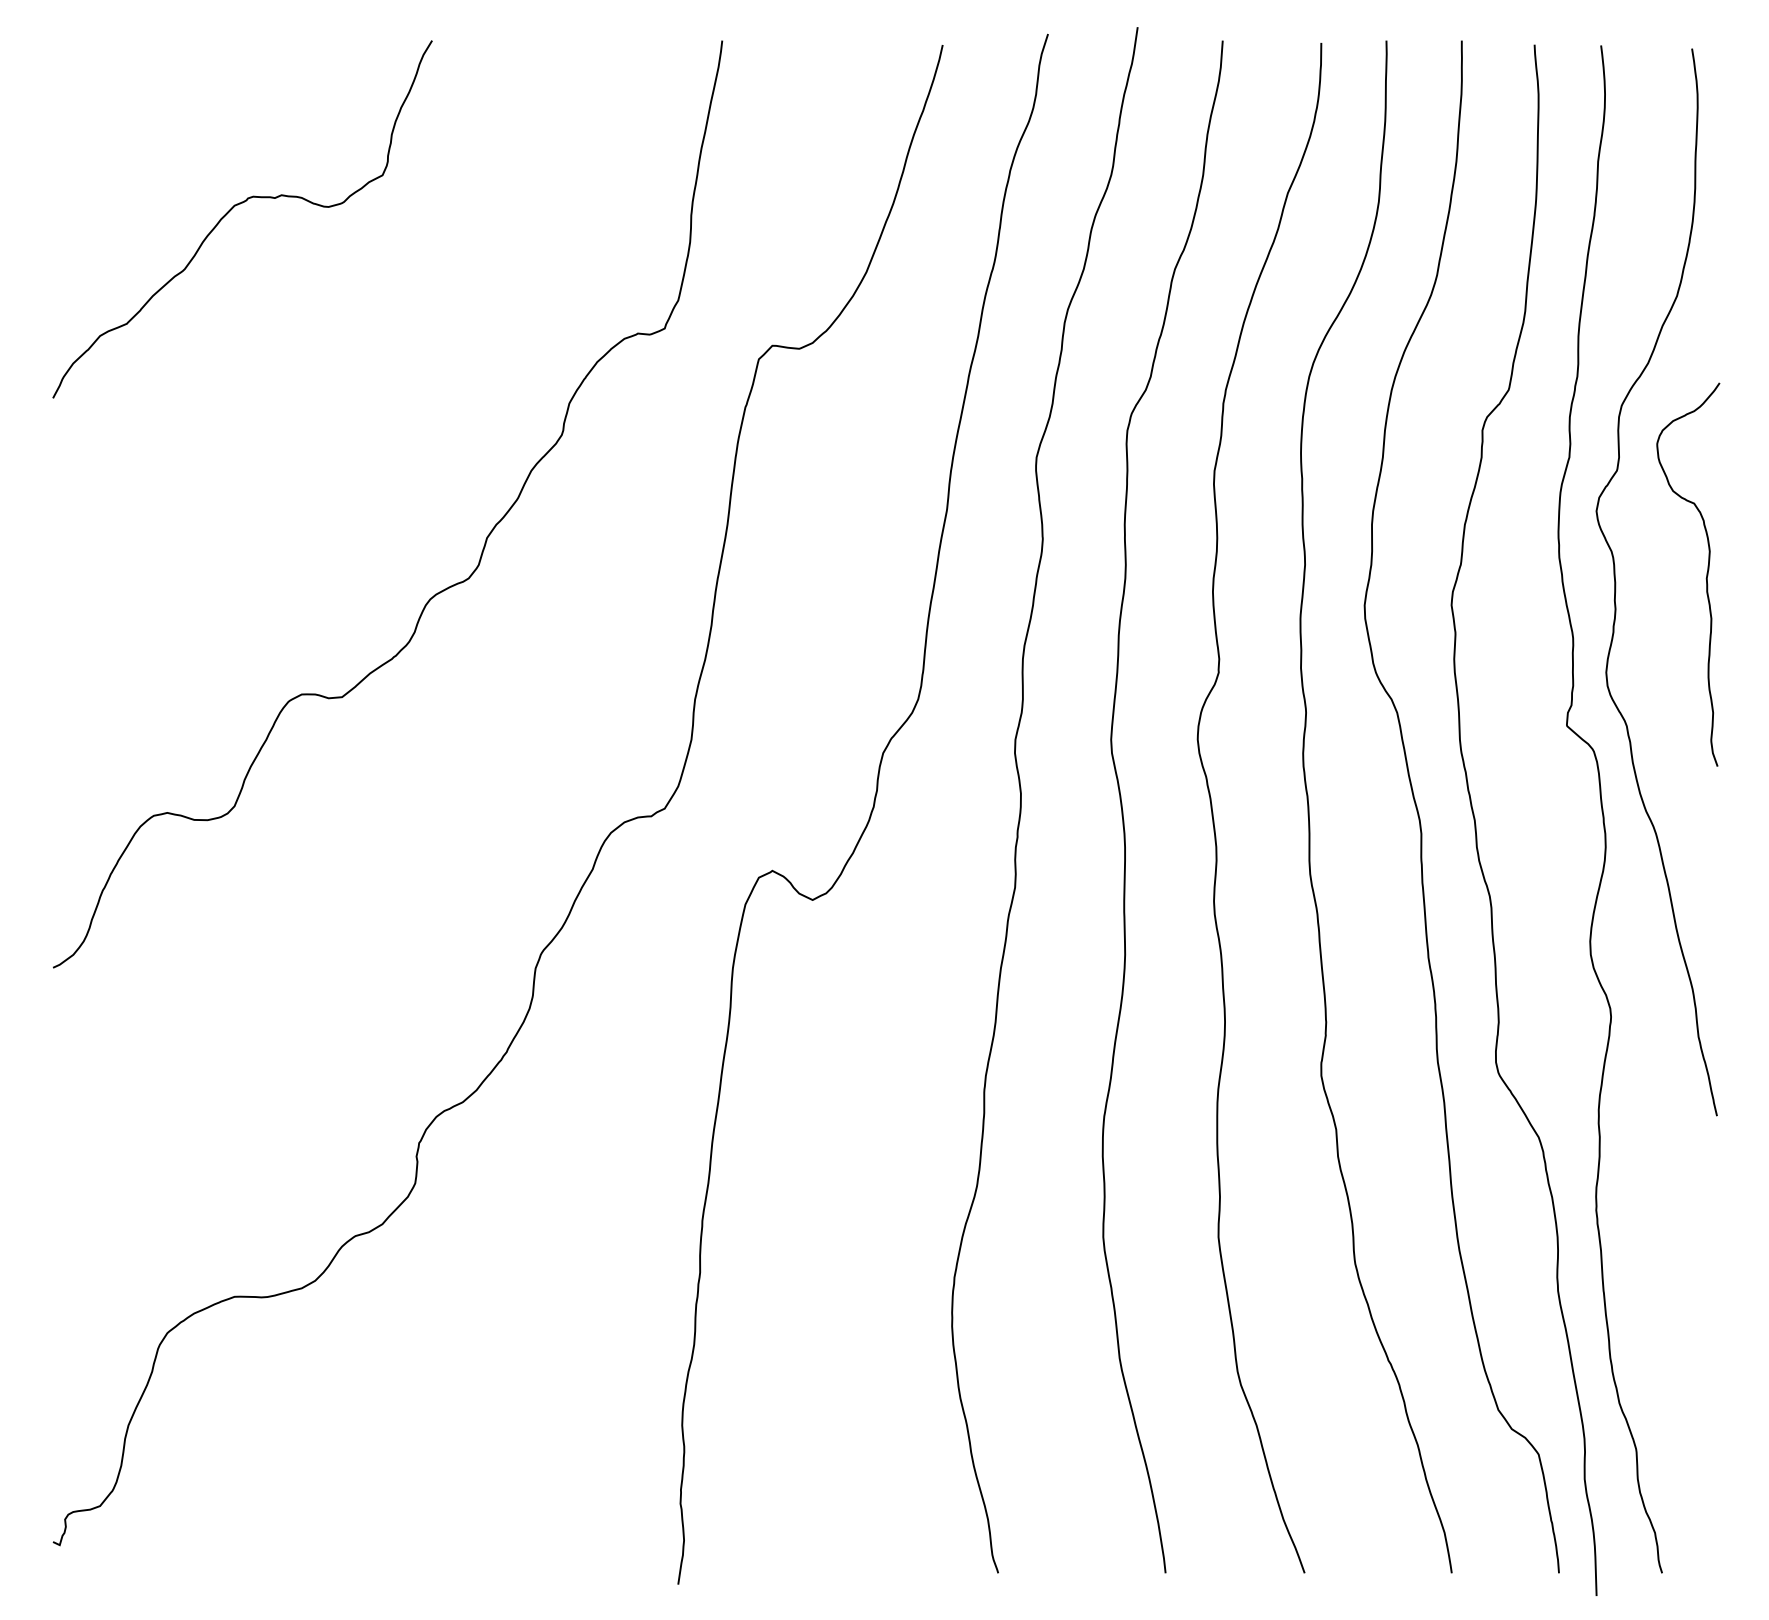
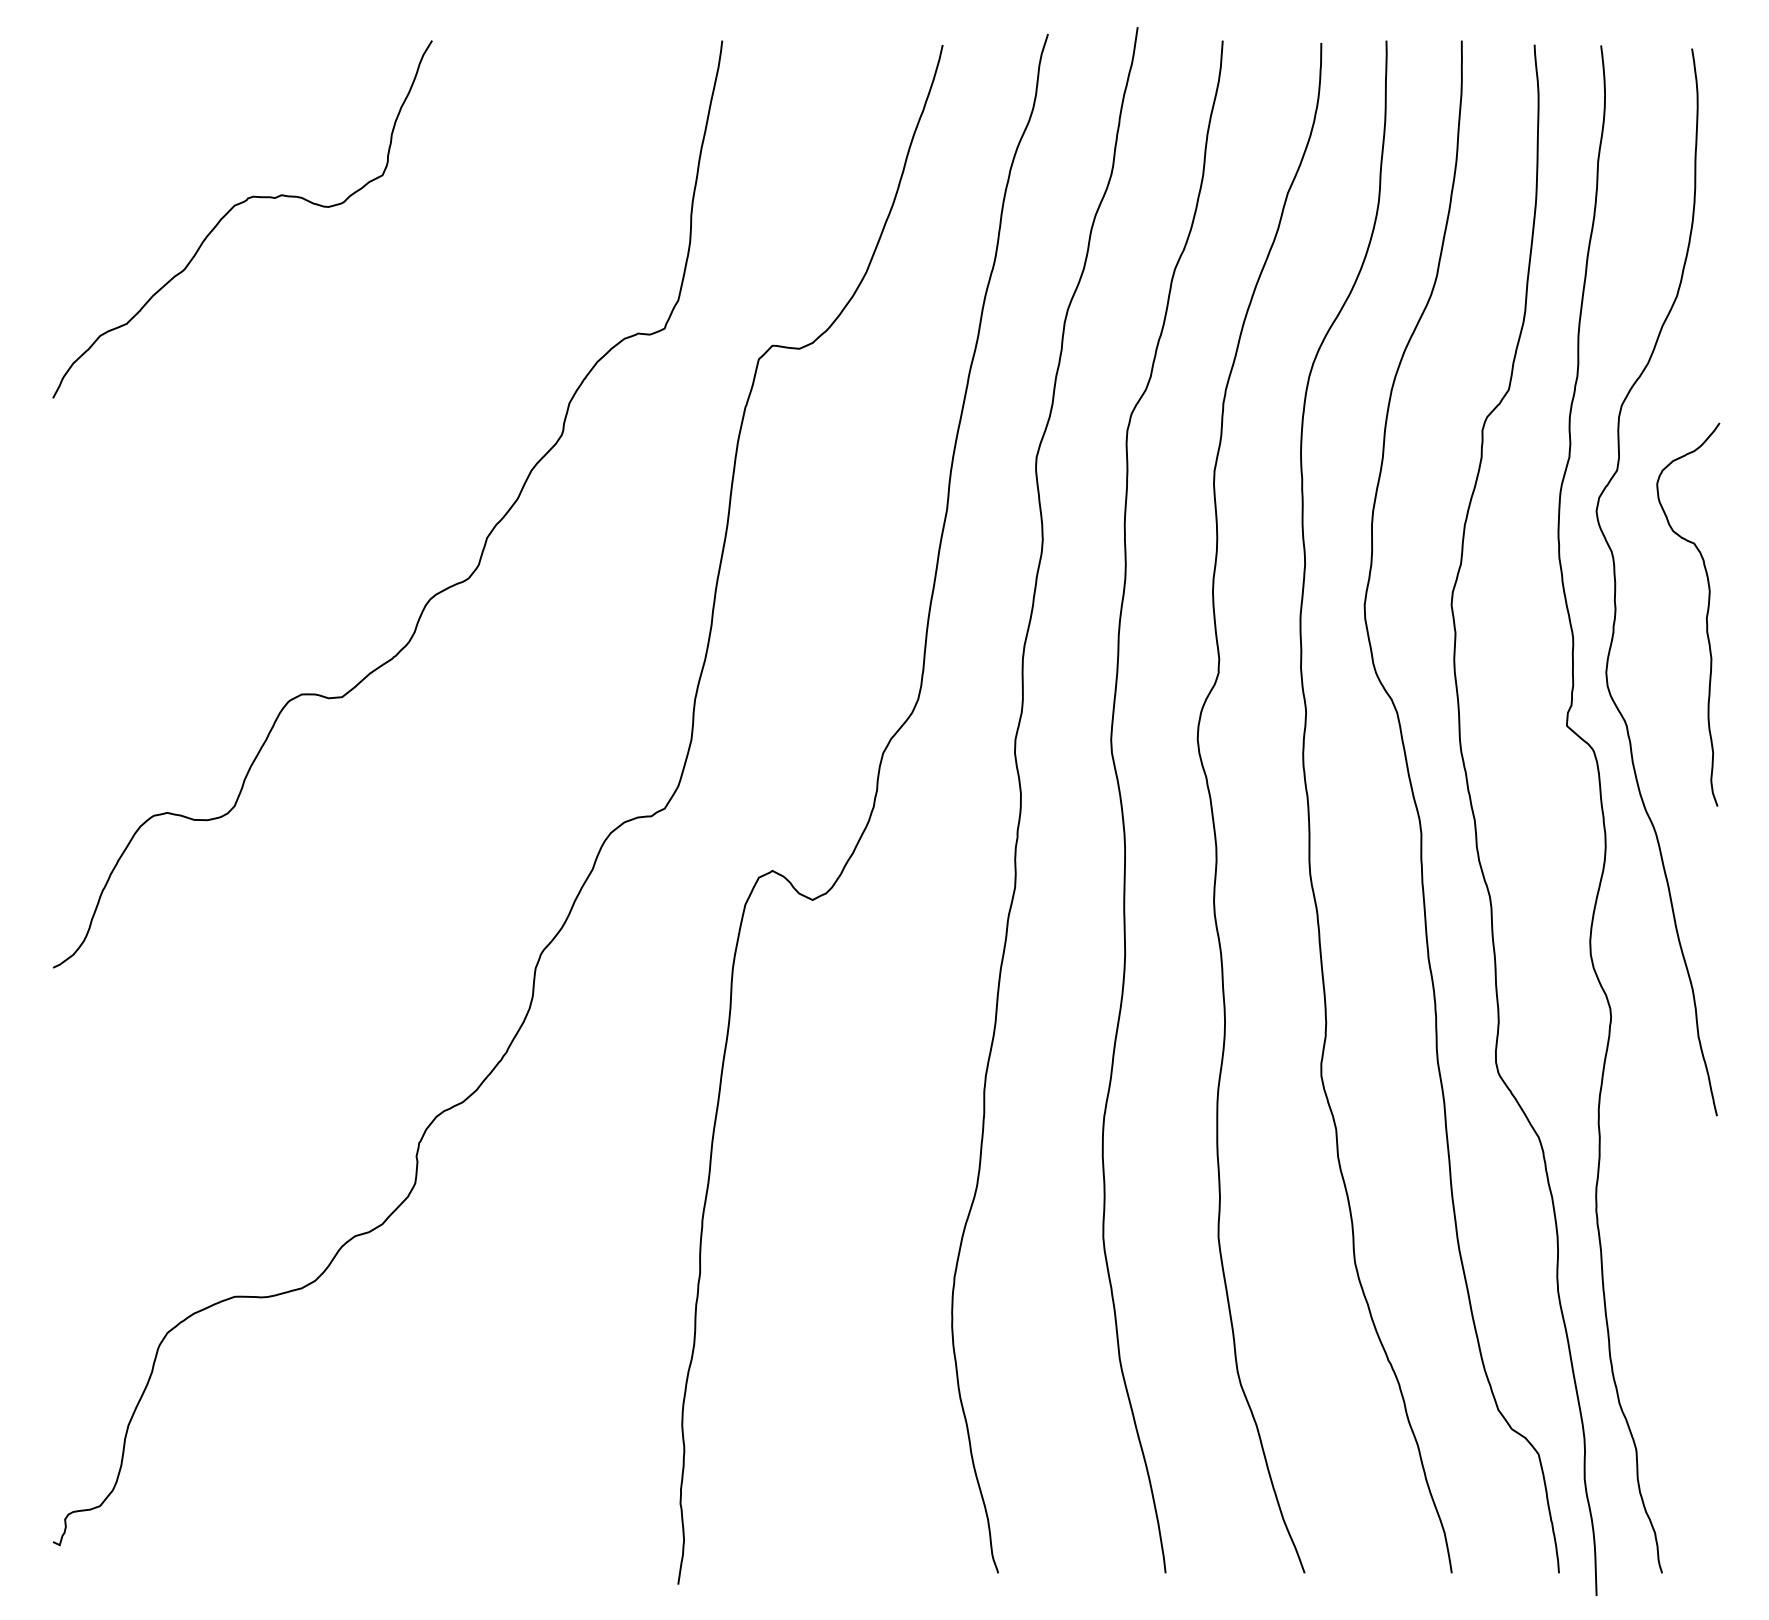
curve at (1705, 578) position: (1705, 578) -> (1705, 618)
